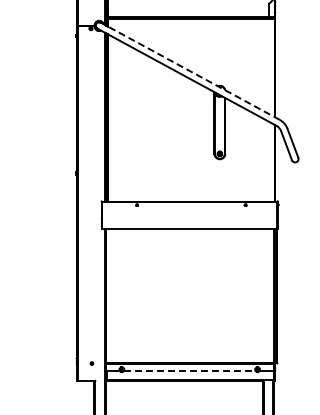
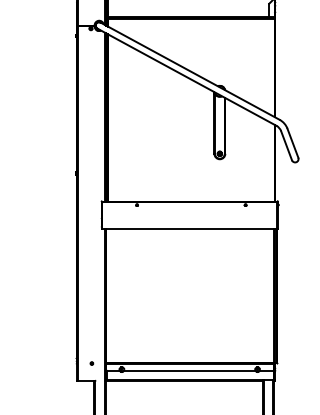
line at (190, 71): dashed -> solid
line at (189, 370): dashed -> solid
